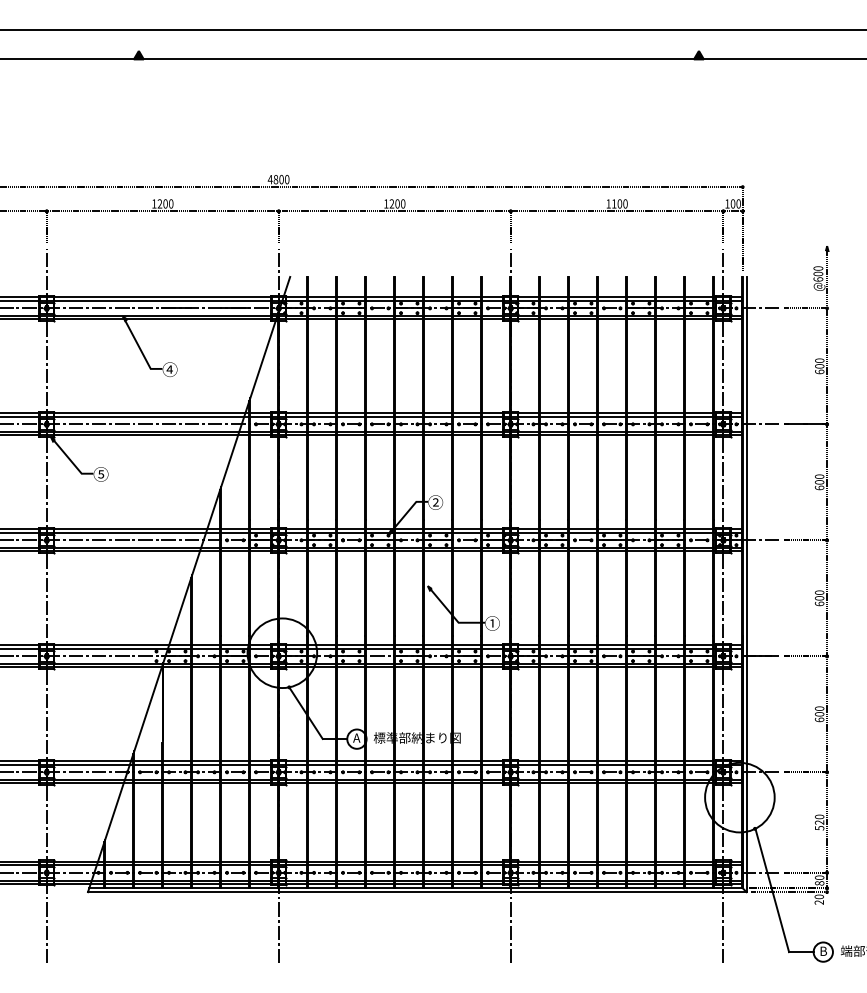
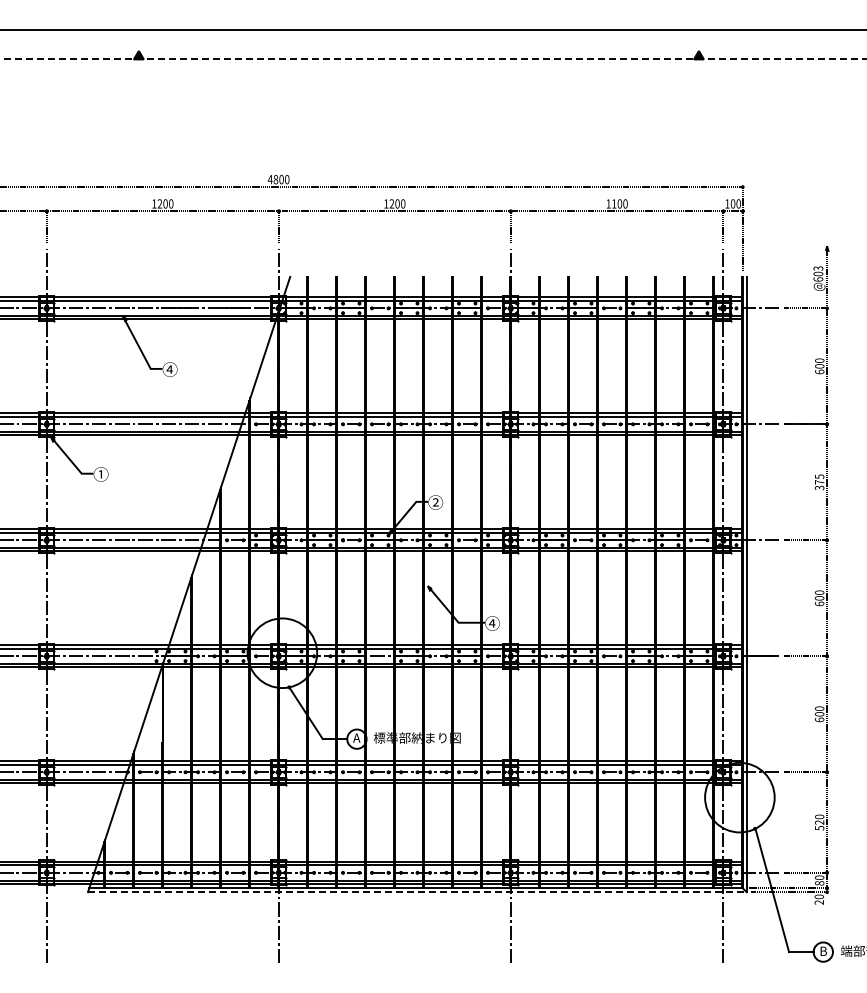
line at (433, 59): solid -> dashed
text at (818, 268): @600 -> @603
text at (101, 474): ⑤ -> ①
text at (819, 482): 600 -> 375
text at (492, 623): ① -> ④
line at (417, 892): solid -> dashed
